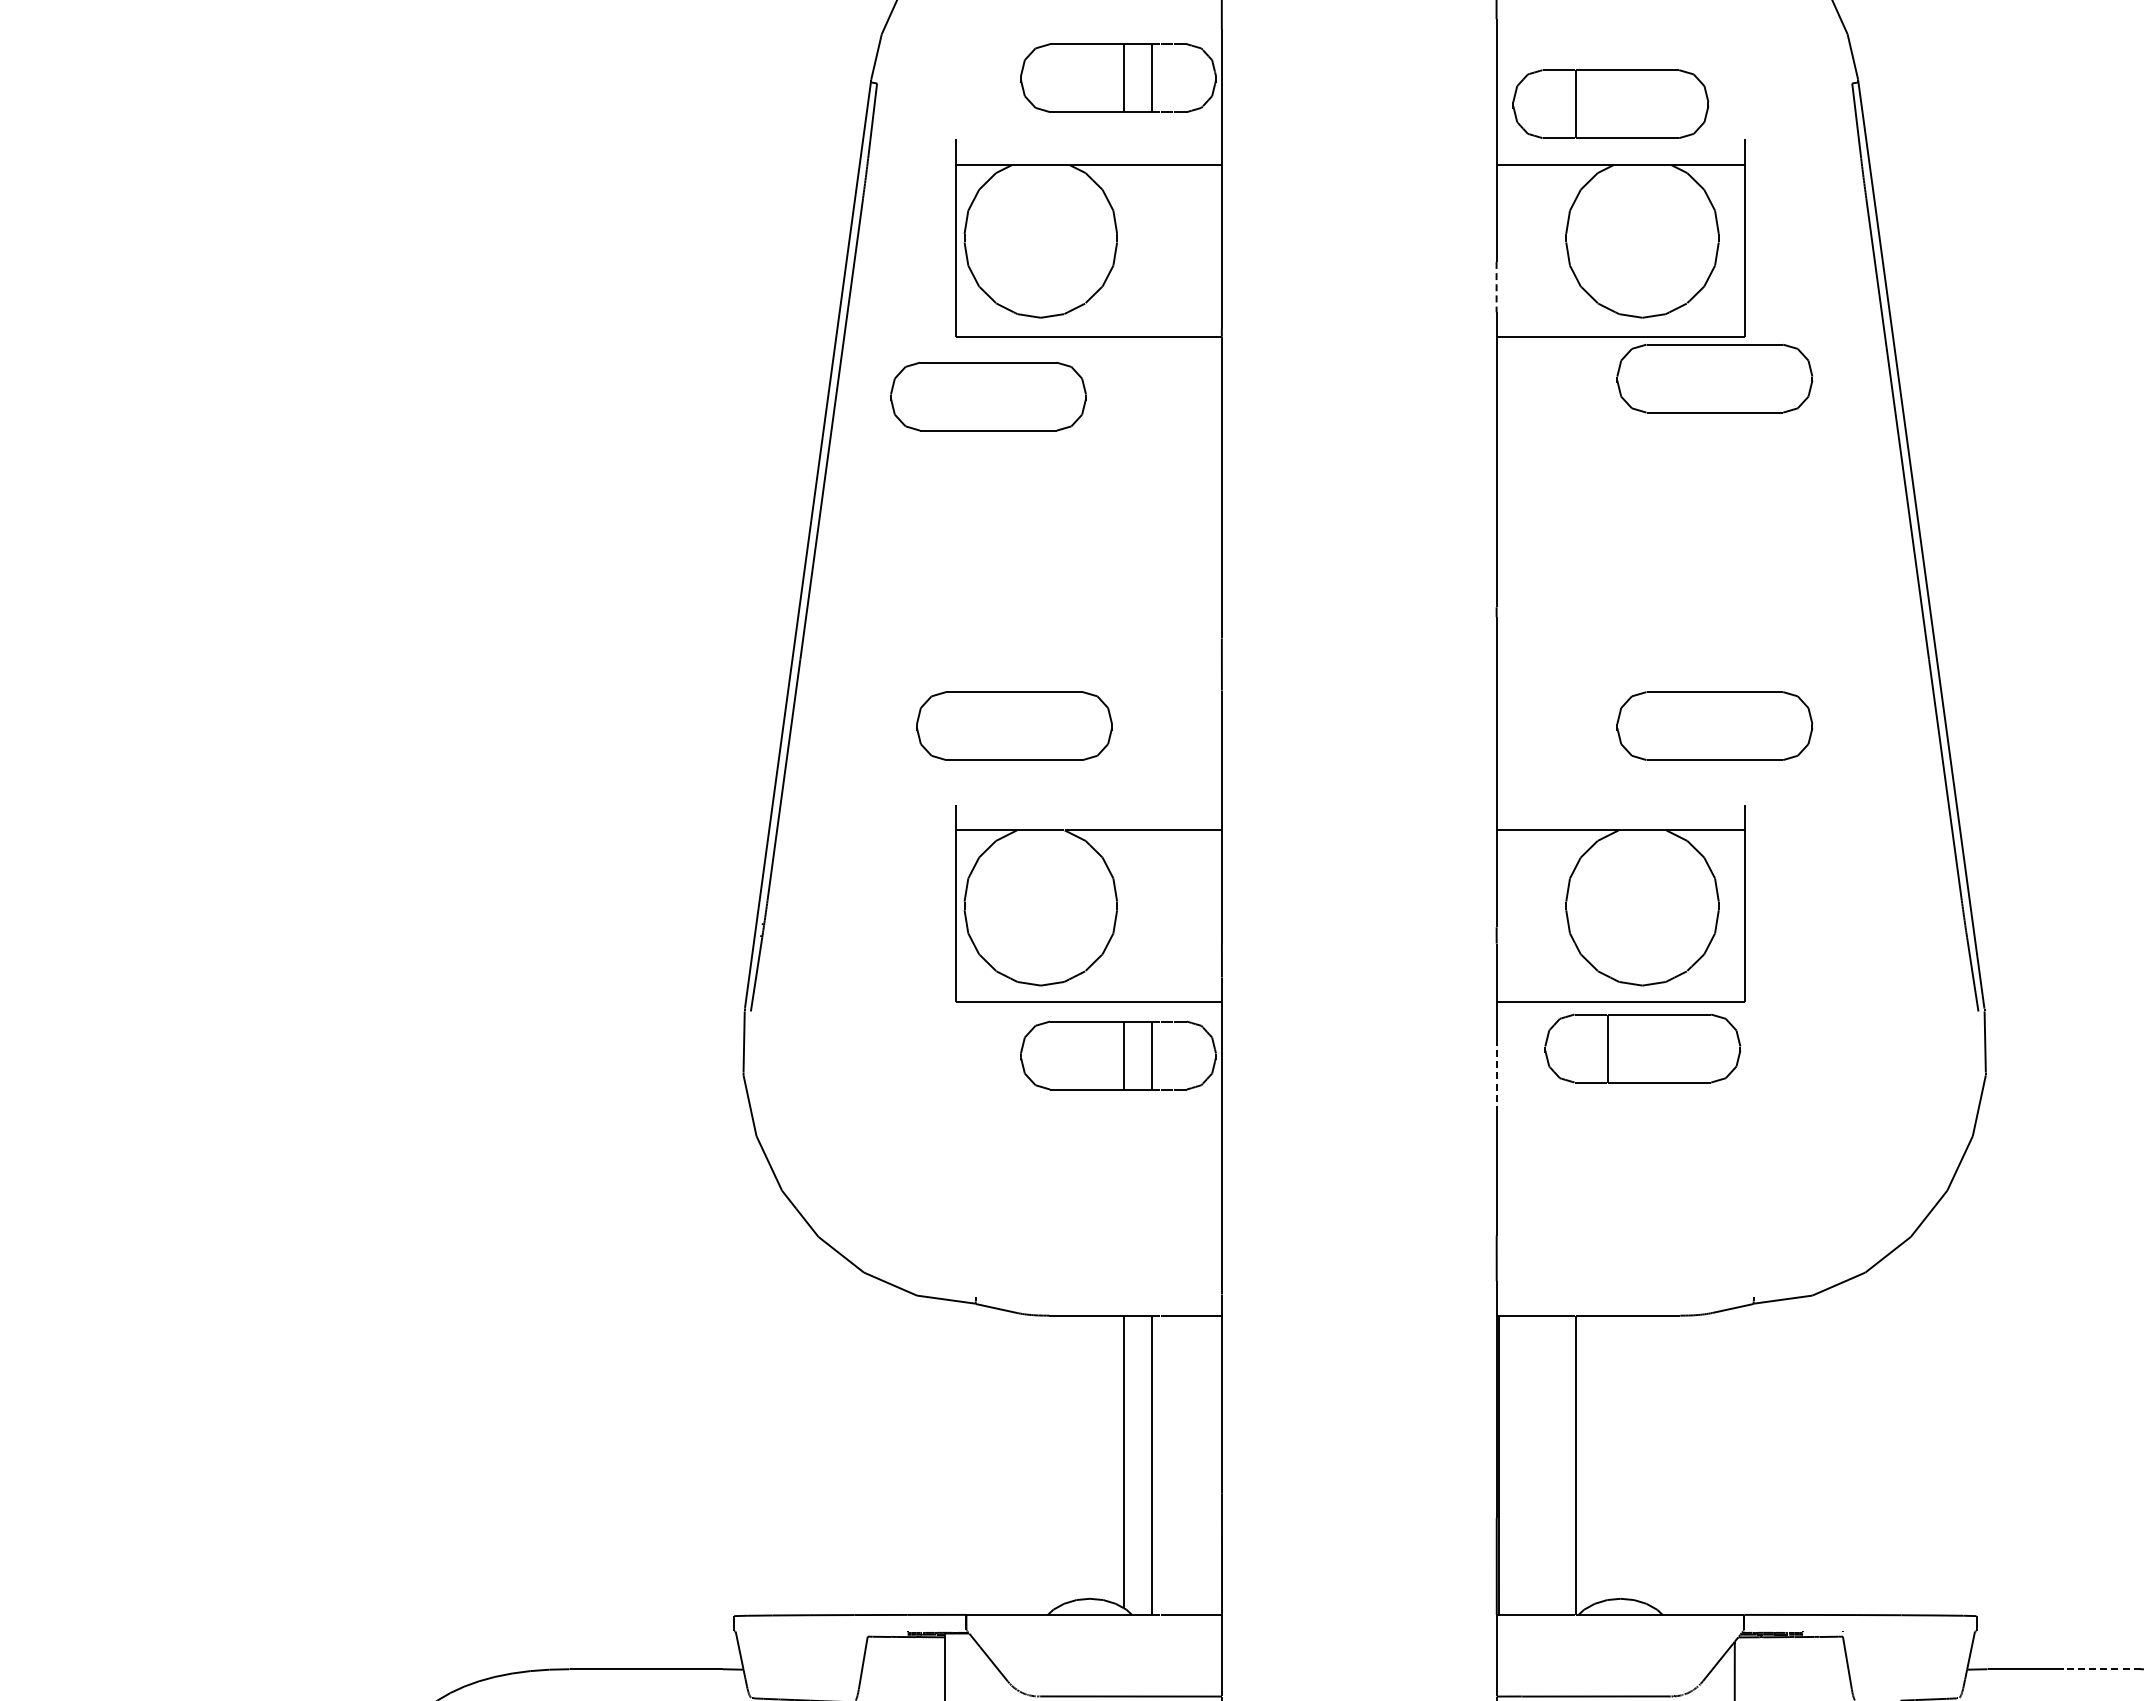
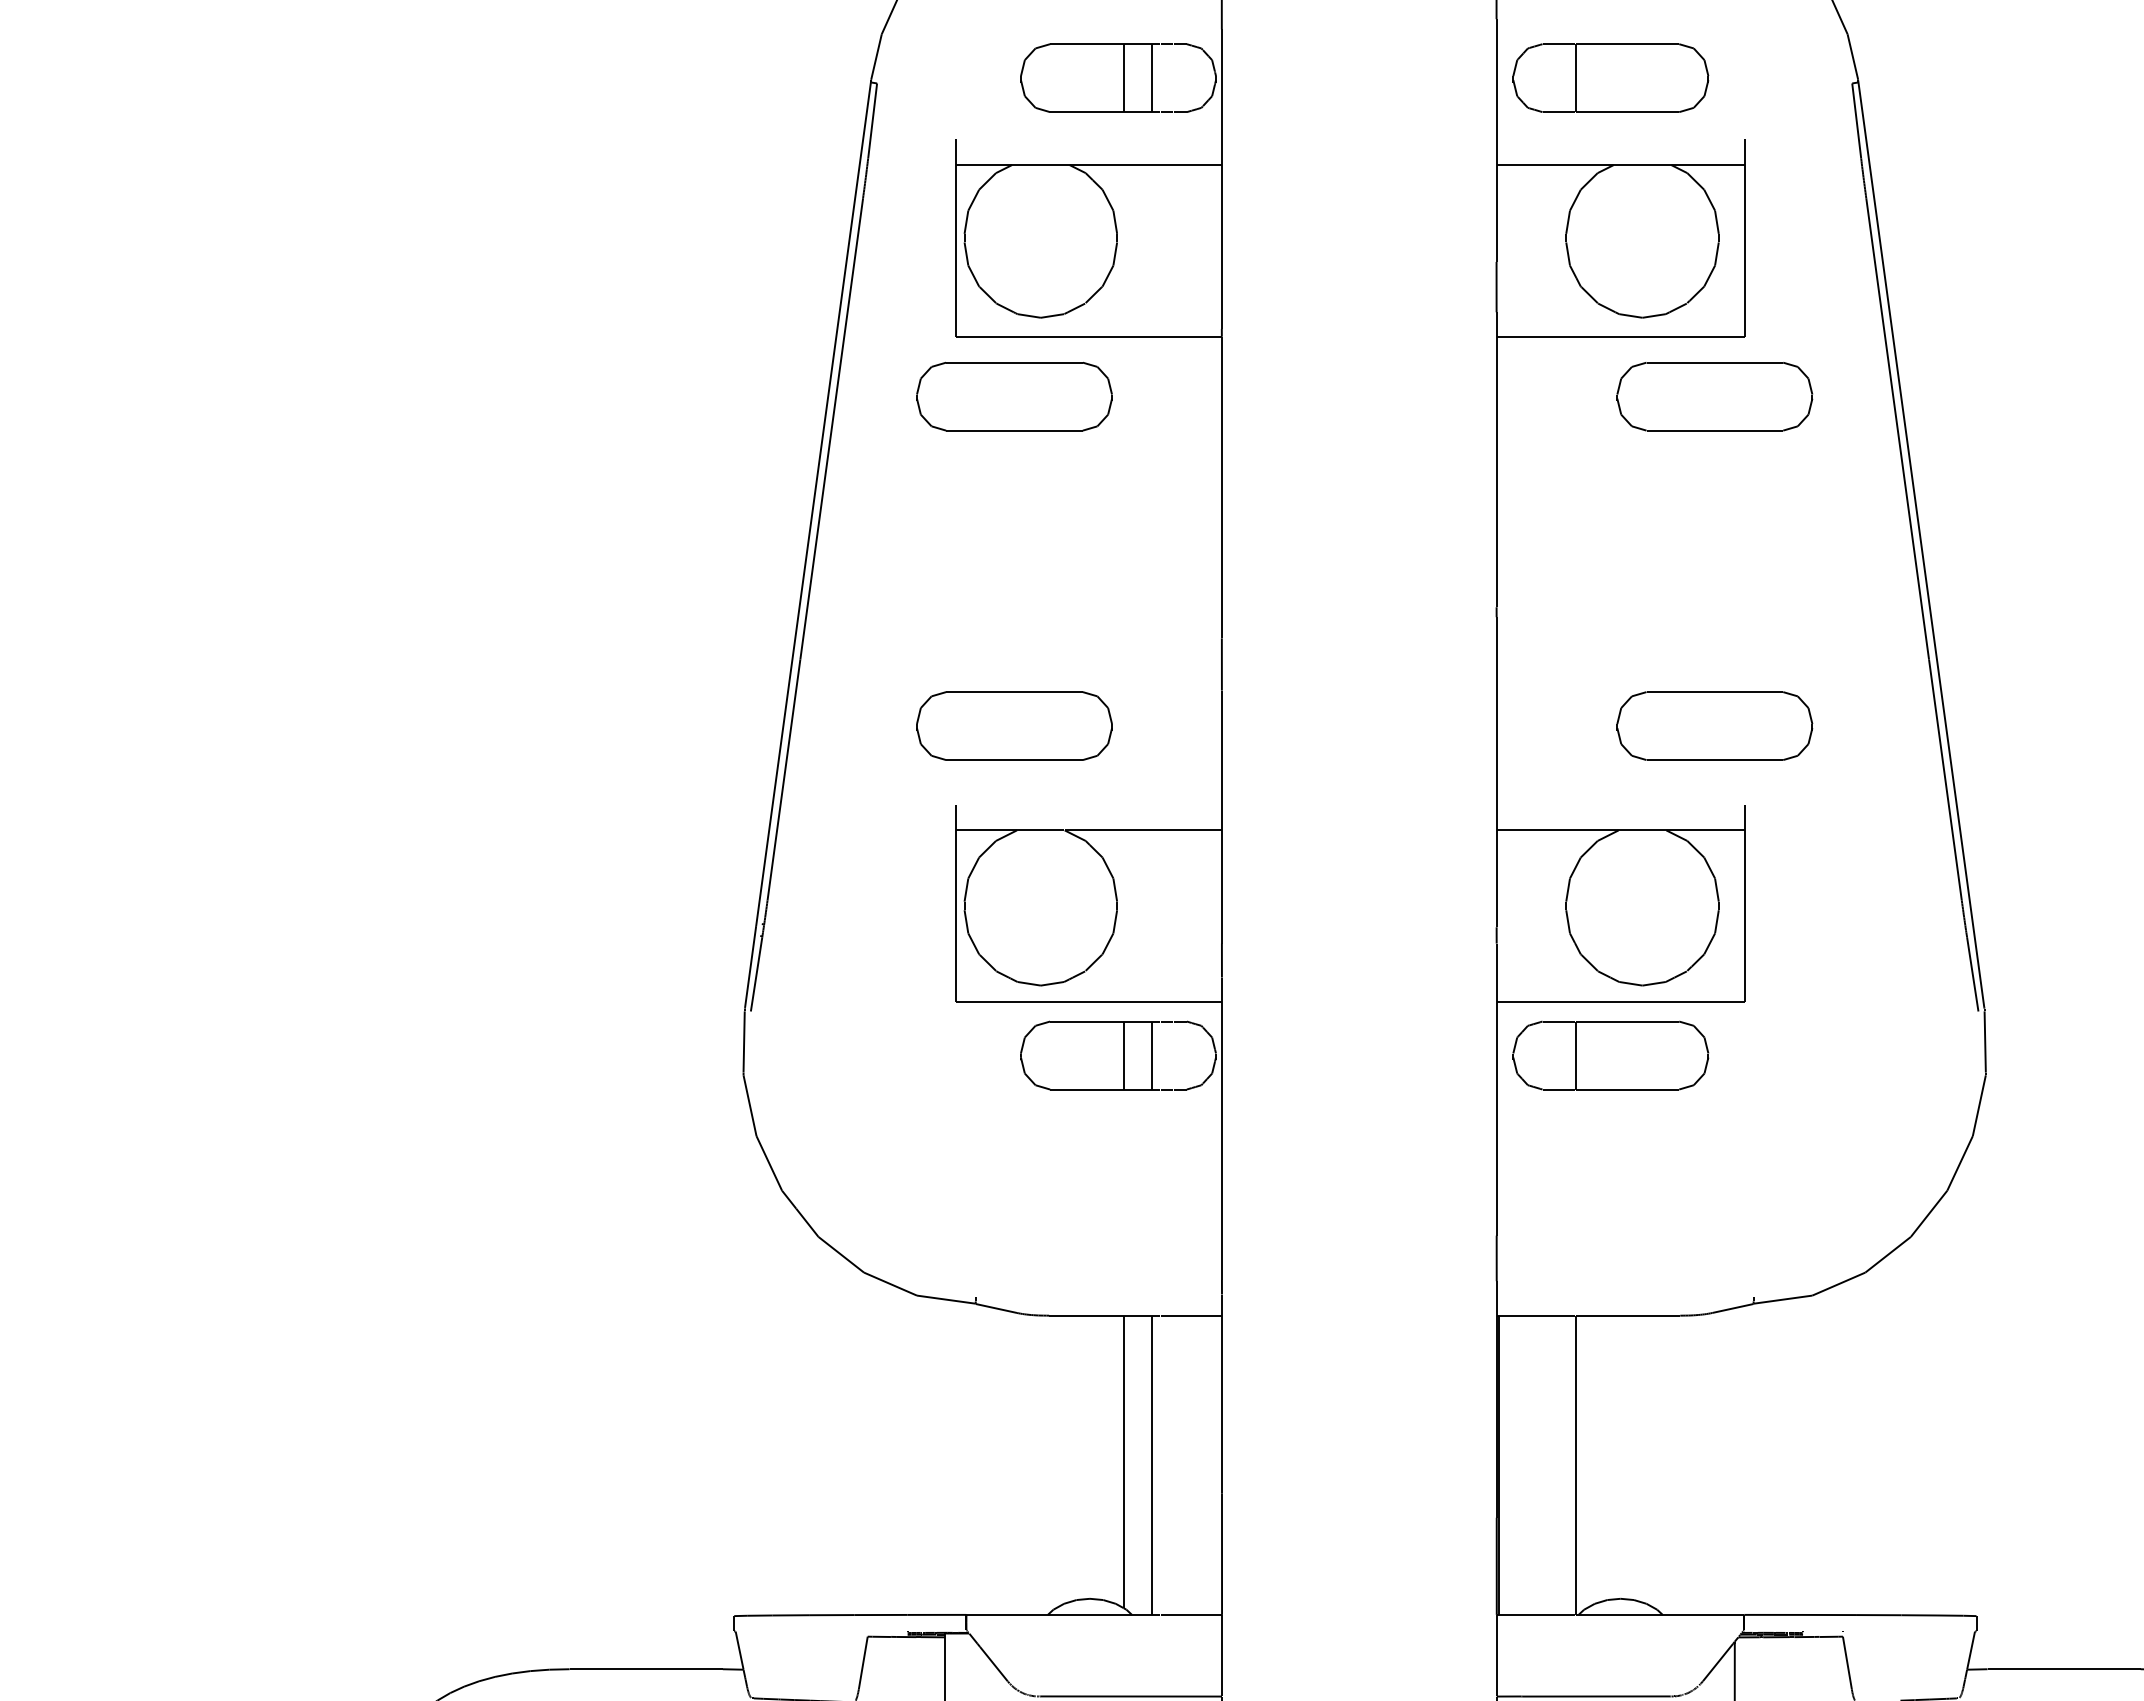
part at (1610, 103) position: (1610, 103) -> (1610, 77)
line at (1496, 287): dashed -> solid
part at (1714, 378) position: (1714, 378) -> (1714, 396)
part at (988, 396) position: (988, 396) -> (1014, 396)
part at (1642, 1048) position: (1642, 1048) -> (1610, 1055)
line at (1496, 1072): dashed -> solid
line at (2101, 1669): dashed -> solid
